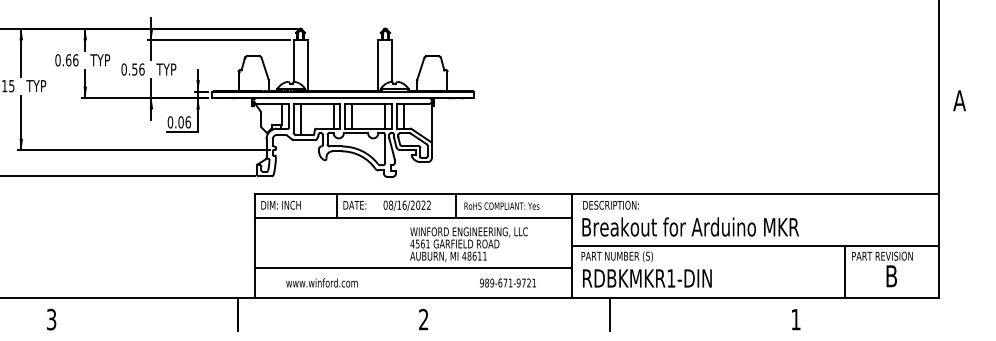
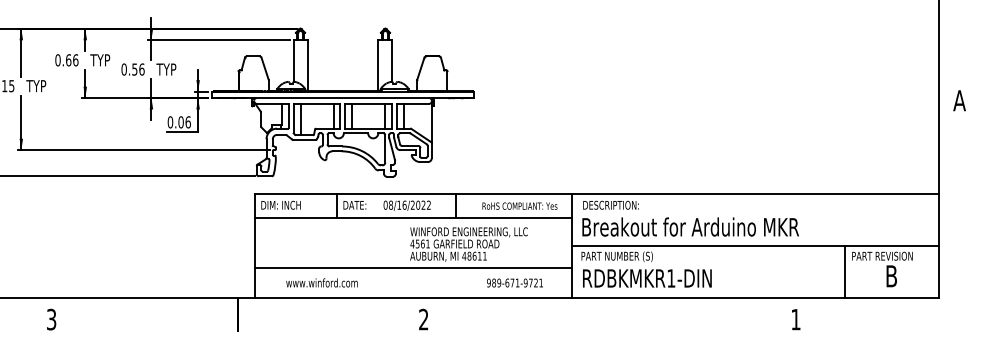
text at (501, 205) position: (501, 205) -> (519, 205)
text at (507, 282) position: (507, 282) -> (514, 282)
line at (610, 313): present -> none
